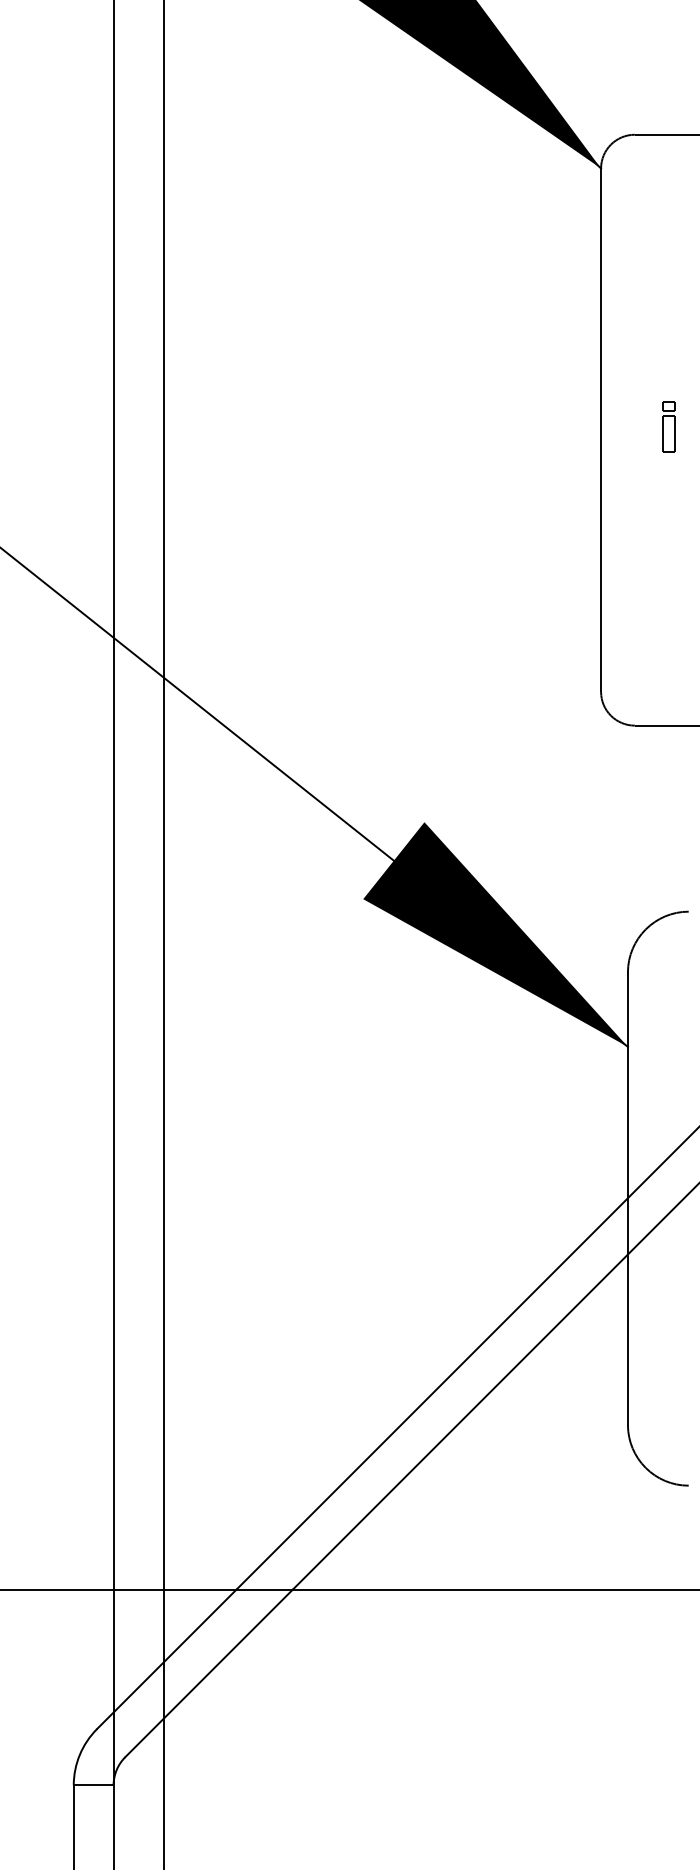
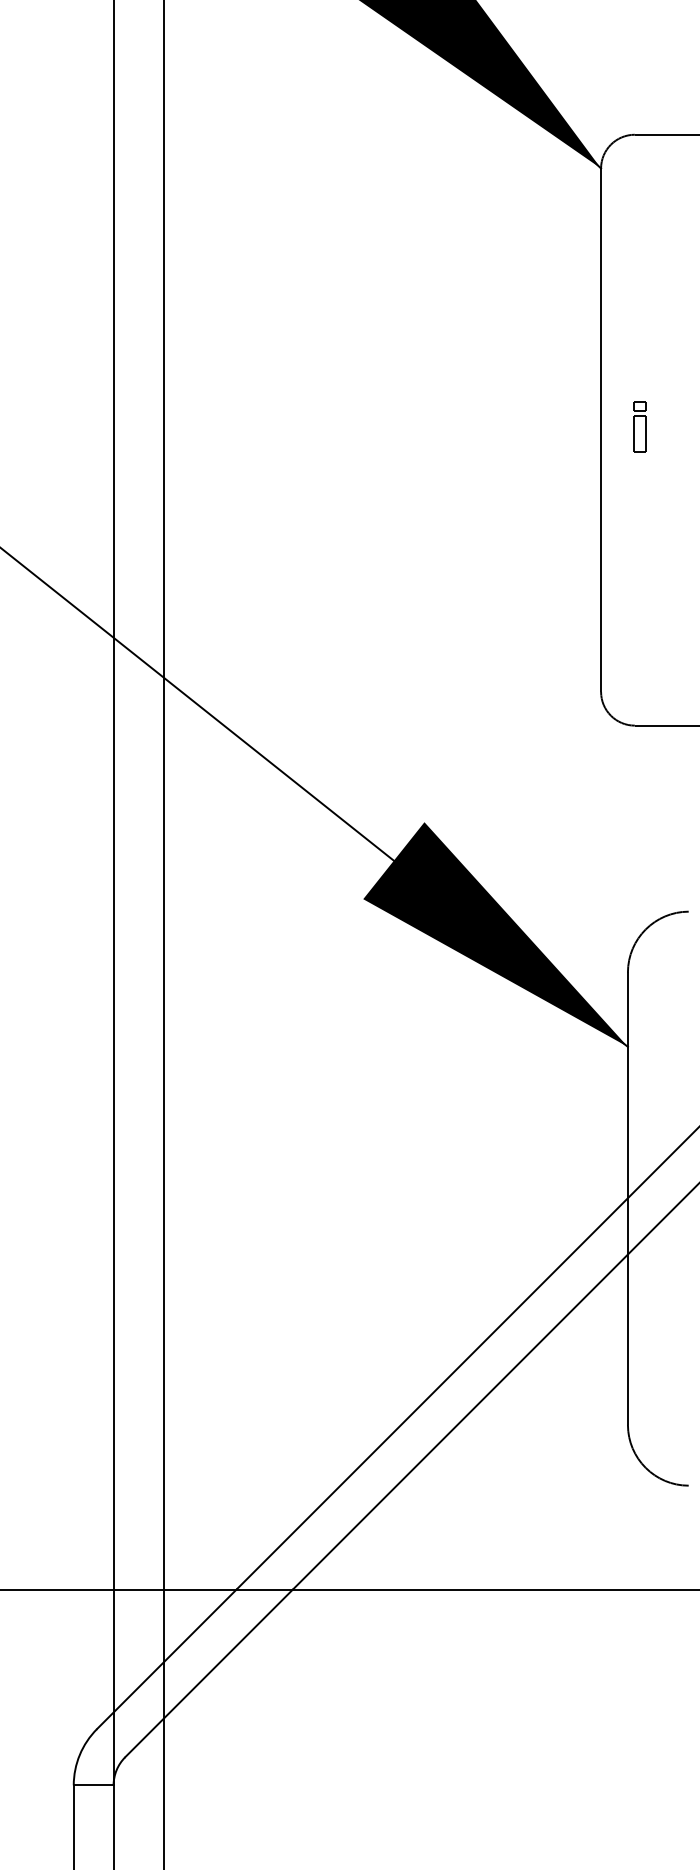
part at (668, 426) position: (668, 426) -> (639, 426)
